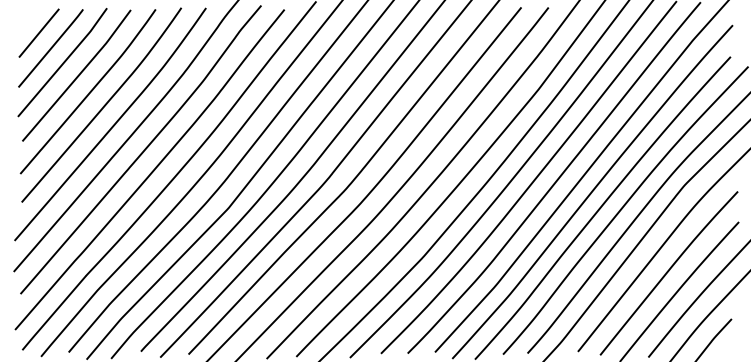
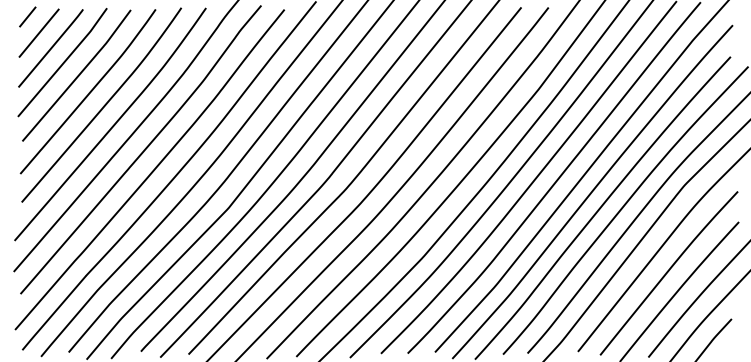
line at (27, 16): none -> present
